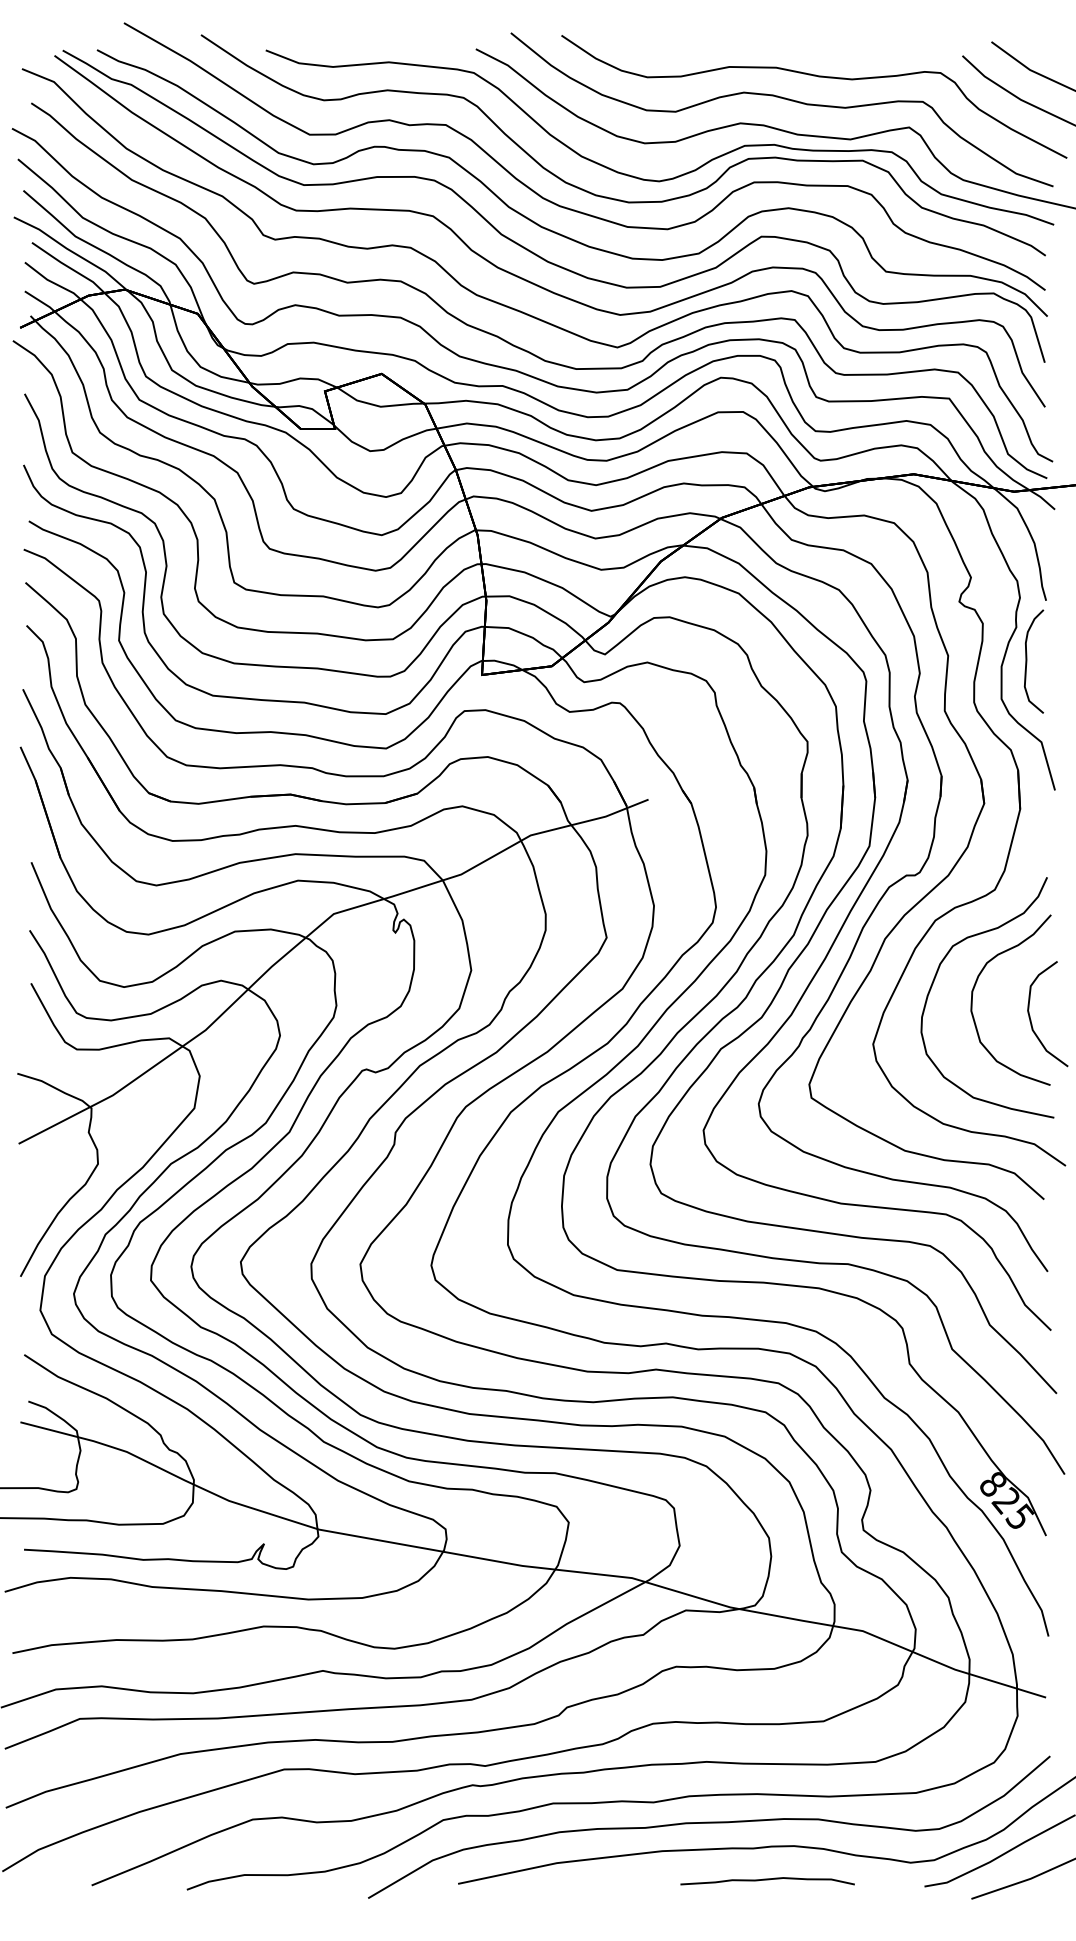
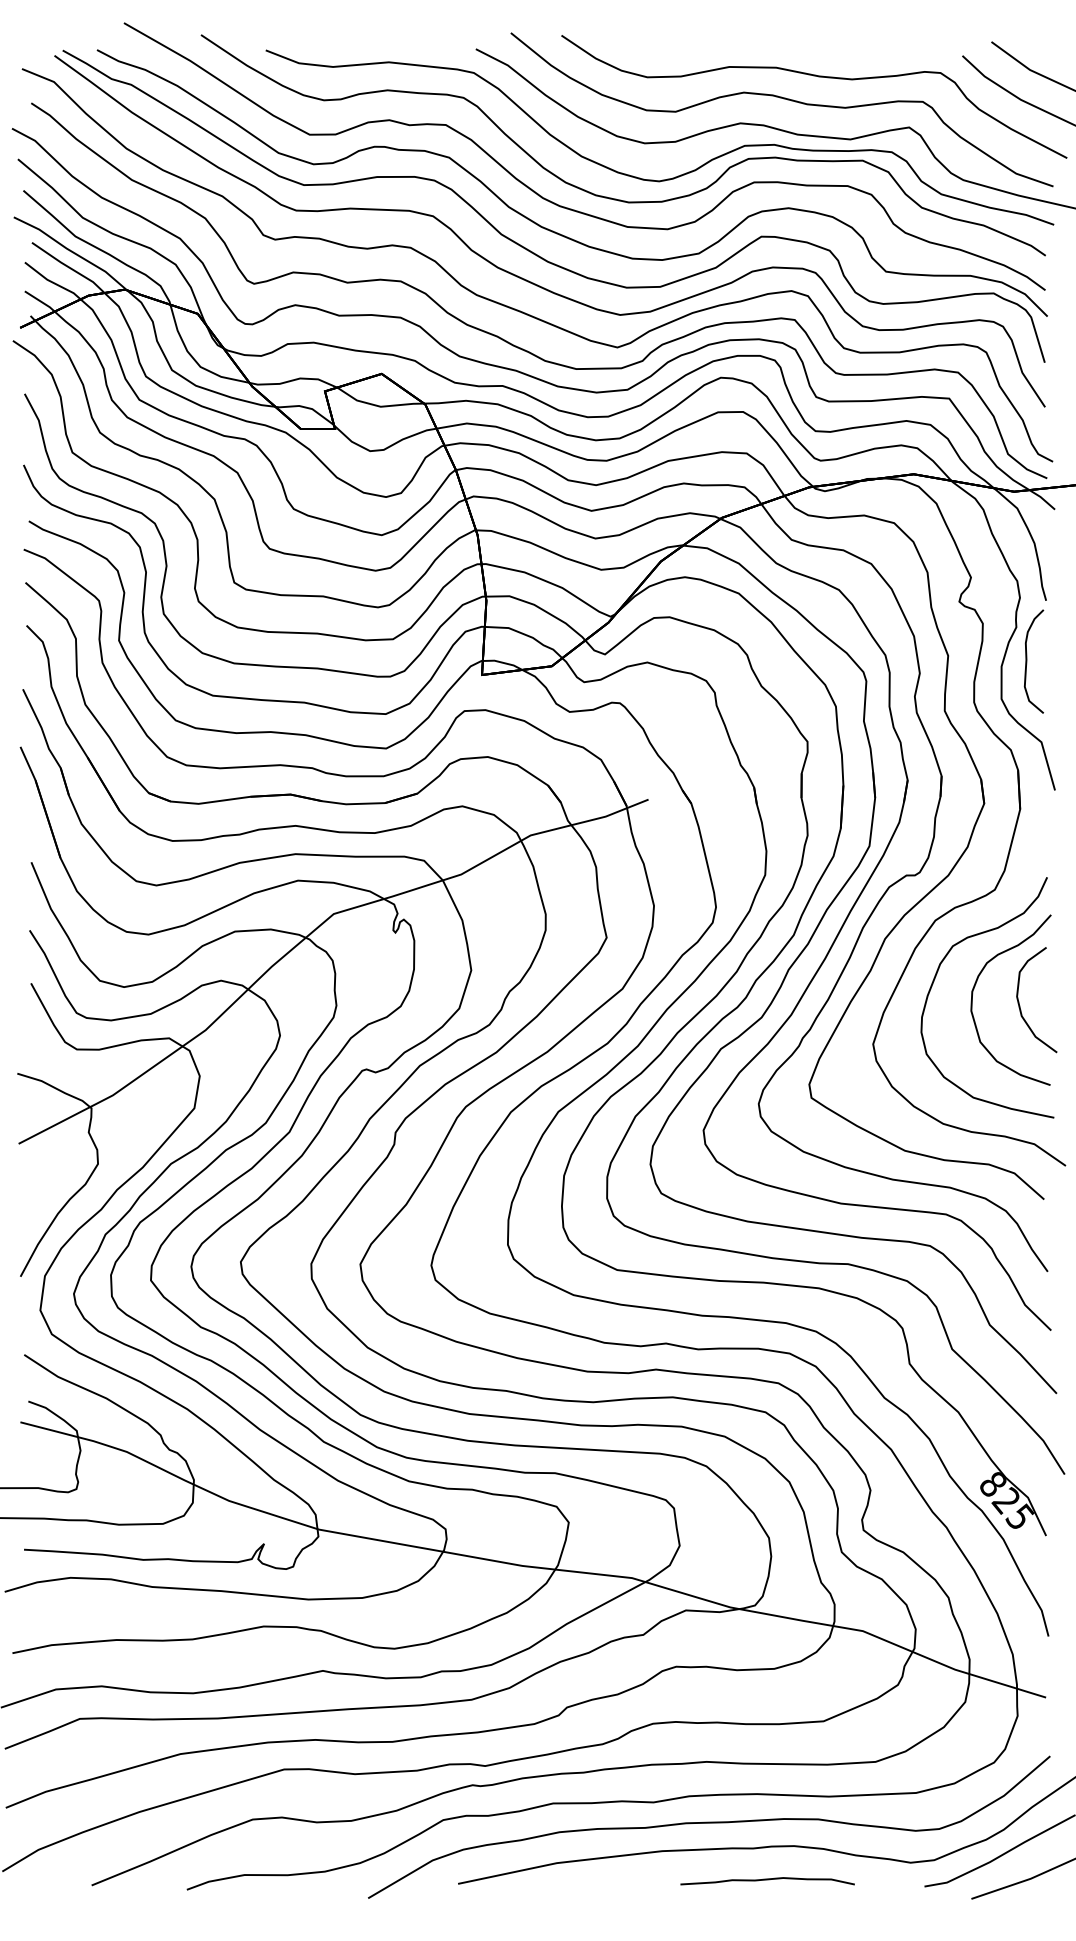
curve at (1031, 1019) position: (1031, 1019) -> (1020, 1005)
